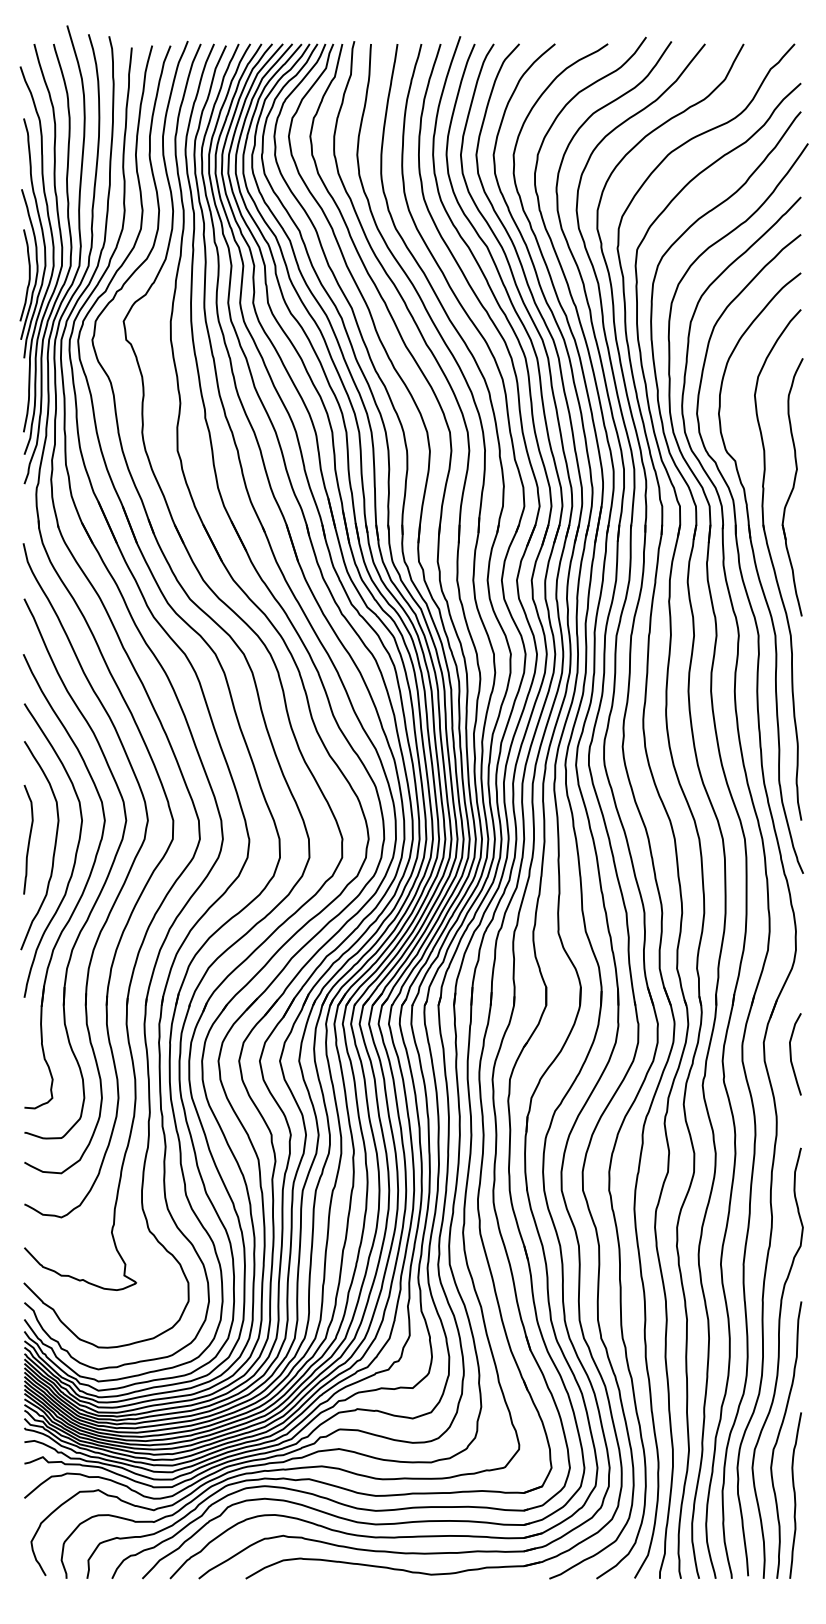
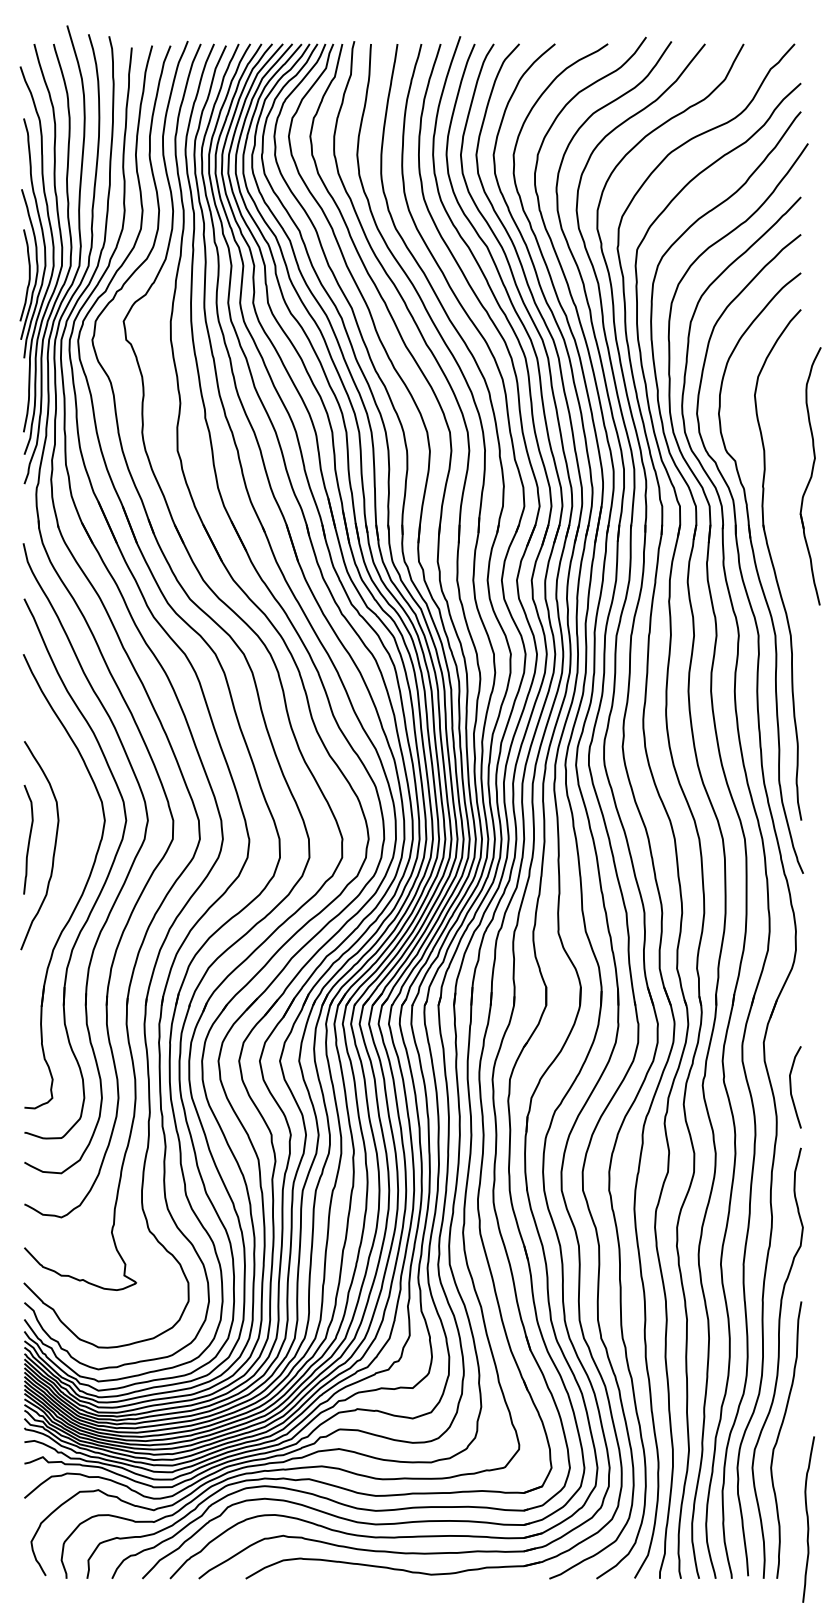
part at (792, 487) position: (792, 487) -> (810, 476)
curve at (75, 851): present -> none
curve at (791, 1054) position: (791, 1054) -> (791, 1087)
curve at (795, 1495) position: (795, 1495) -> (808, 1519)
